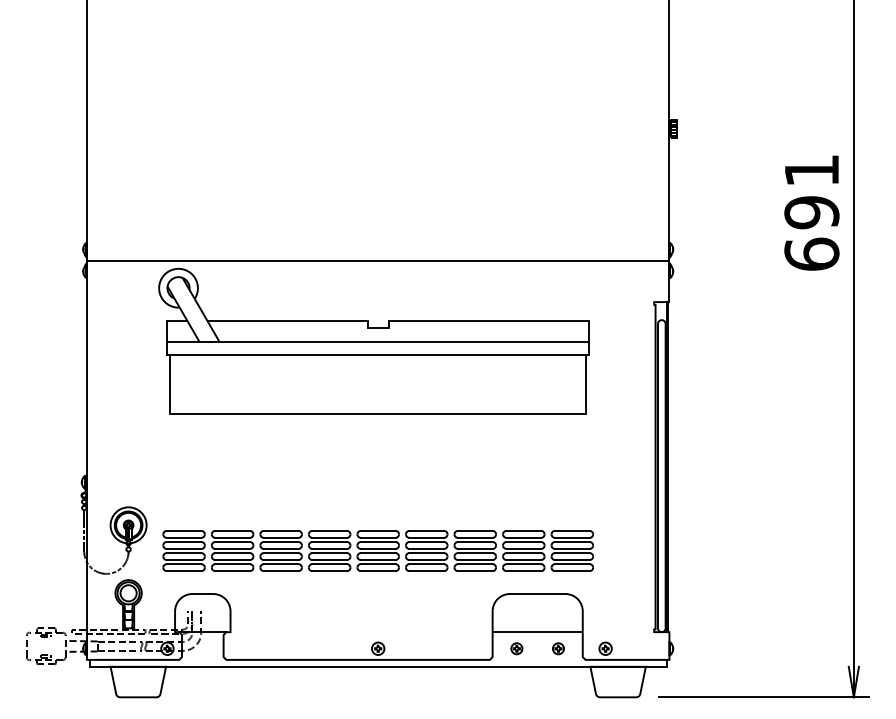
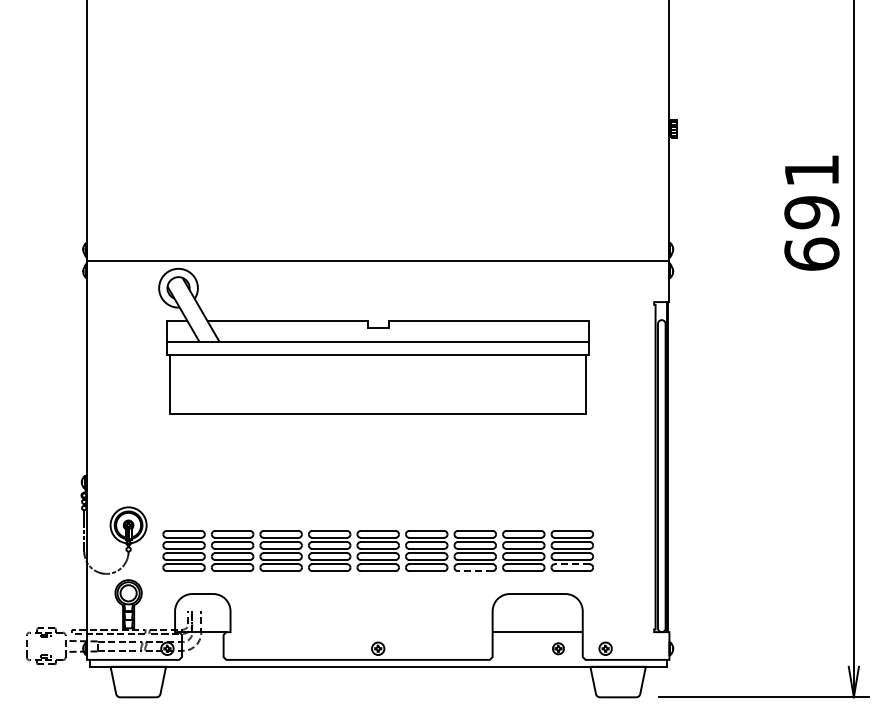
line at (571, 564): solid -> dashed
line at (474, 571): solid -> dashed
part at (516, 648): present -> none
